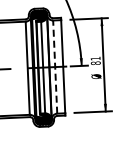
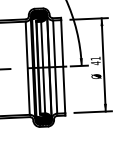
text at (95, 63): 81 -> 41
line at (55, 67): dashed -> solid
